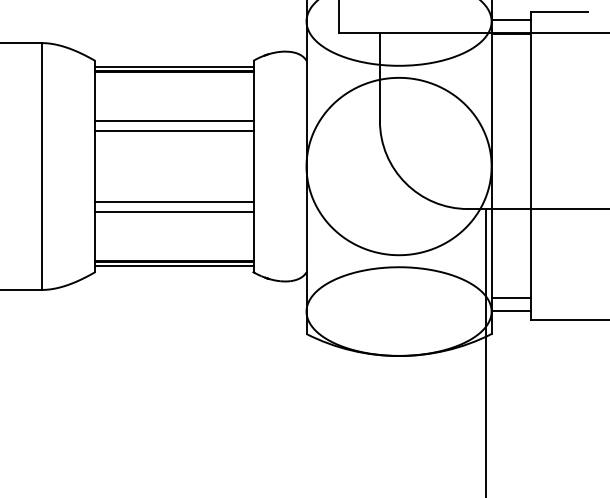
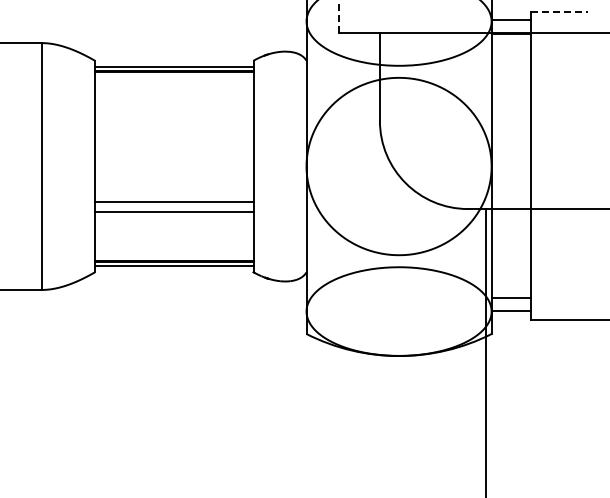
line at (559, 11): solid -> dashed
line at (338, 16): solid -> dashed
line at (173, 120): present -> none
line at (173, 131): present -> none
